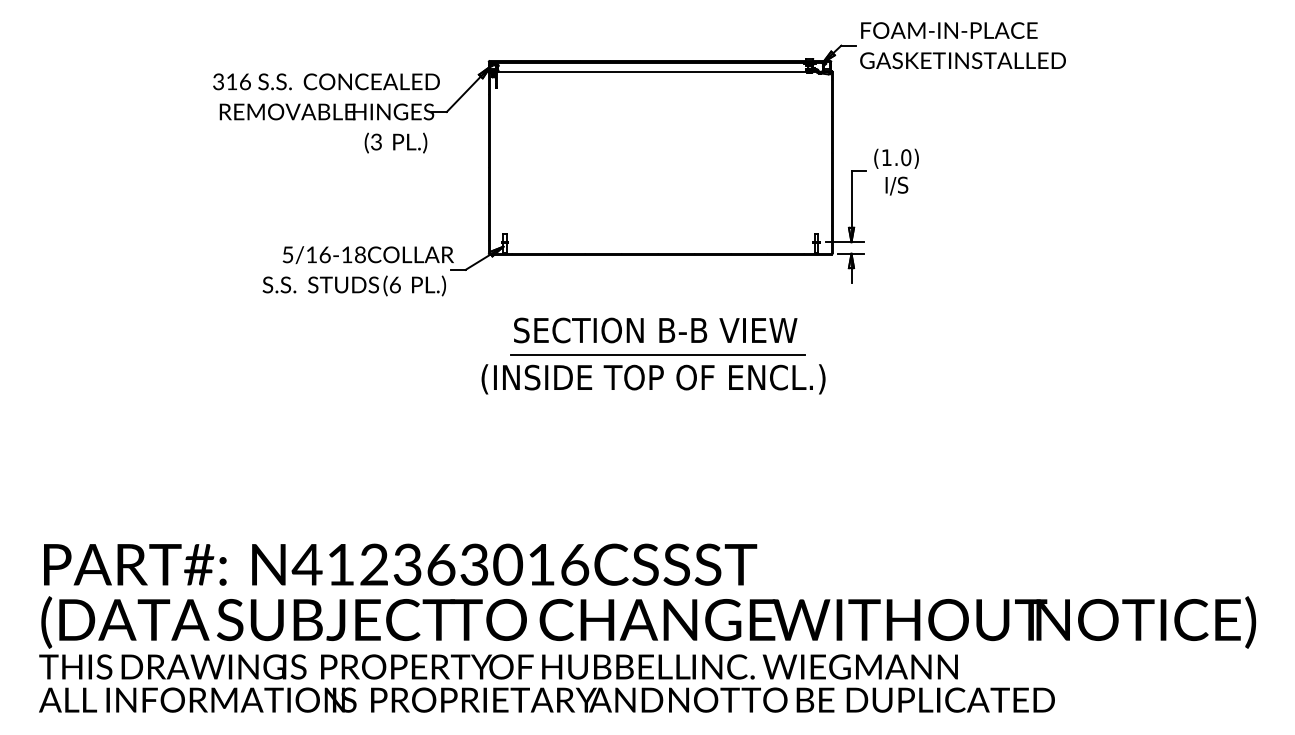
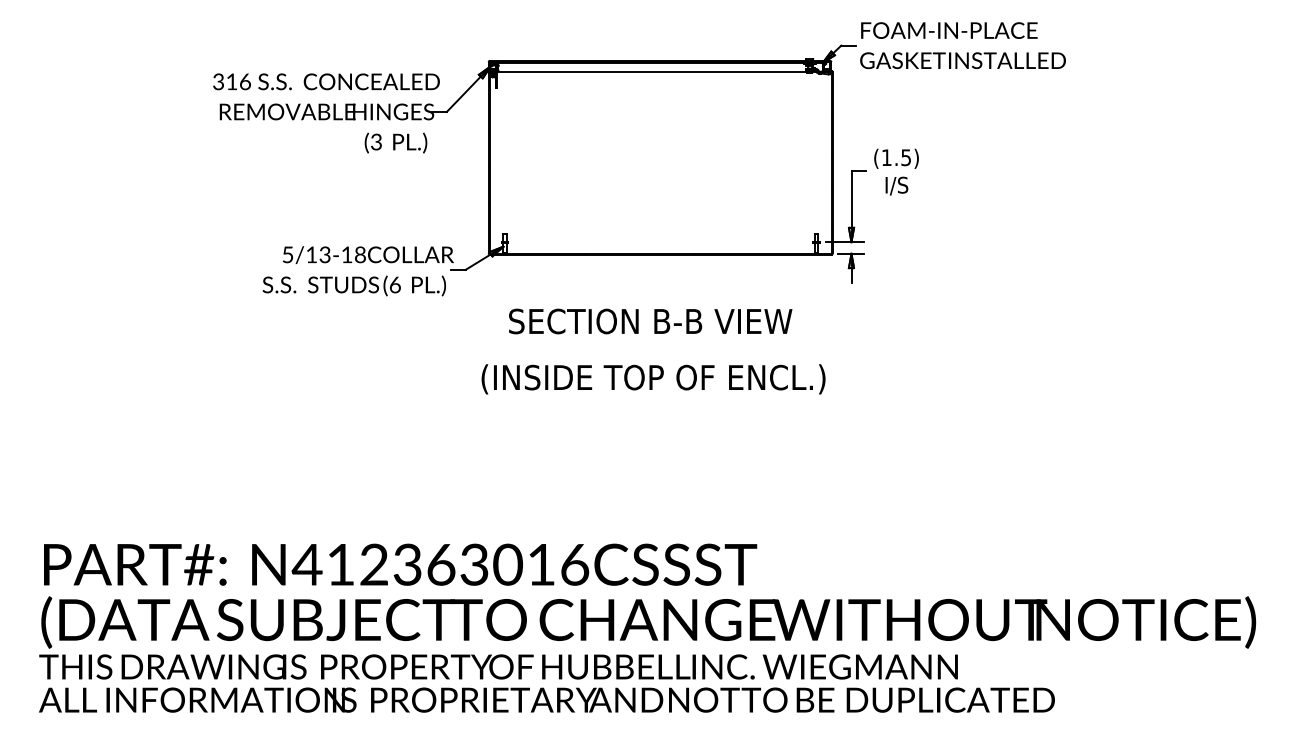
text at (906, 157): (1.0) -> (1.5)
text at (324, 254): 5/16-18 -> 5/13-18
text at (655, 330) position: (655, 330) -> (650, 321)
line at (657, 355): present -> none
